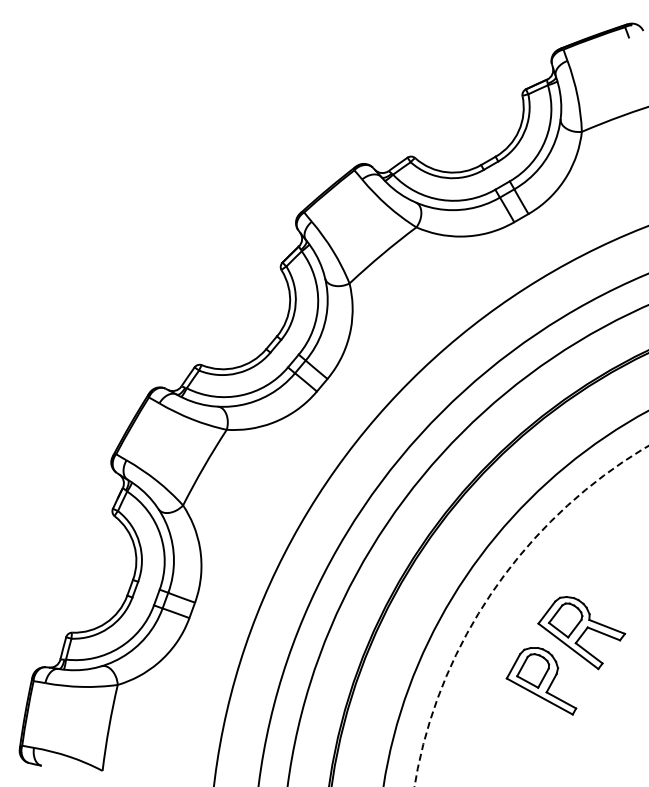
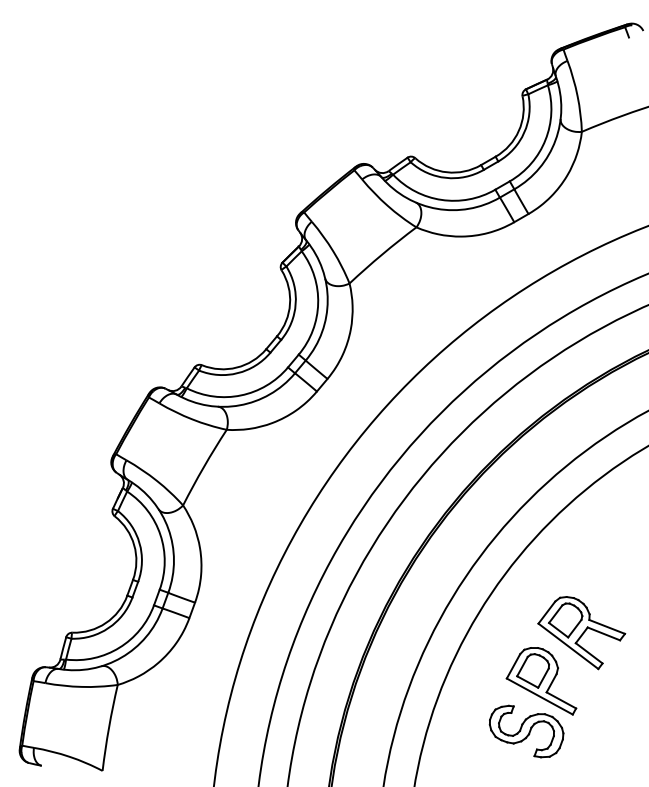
circle at (531, 615): dashed -> solid
part at (526, 731): none -> present
